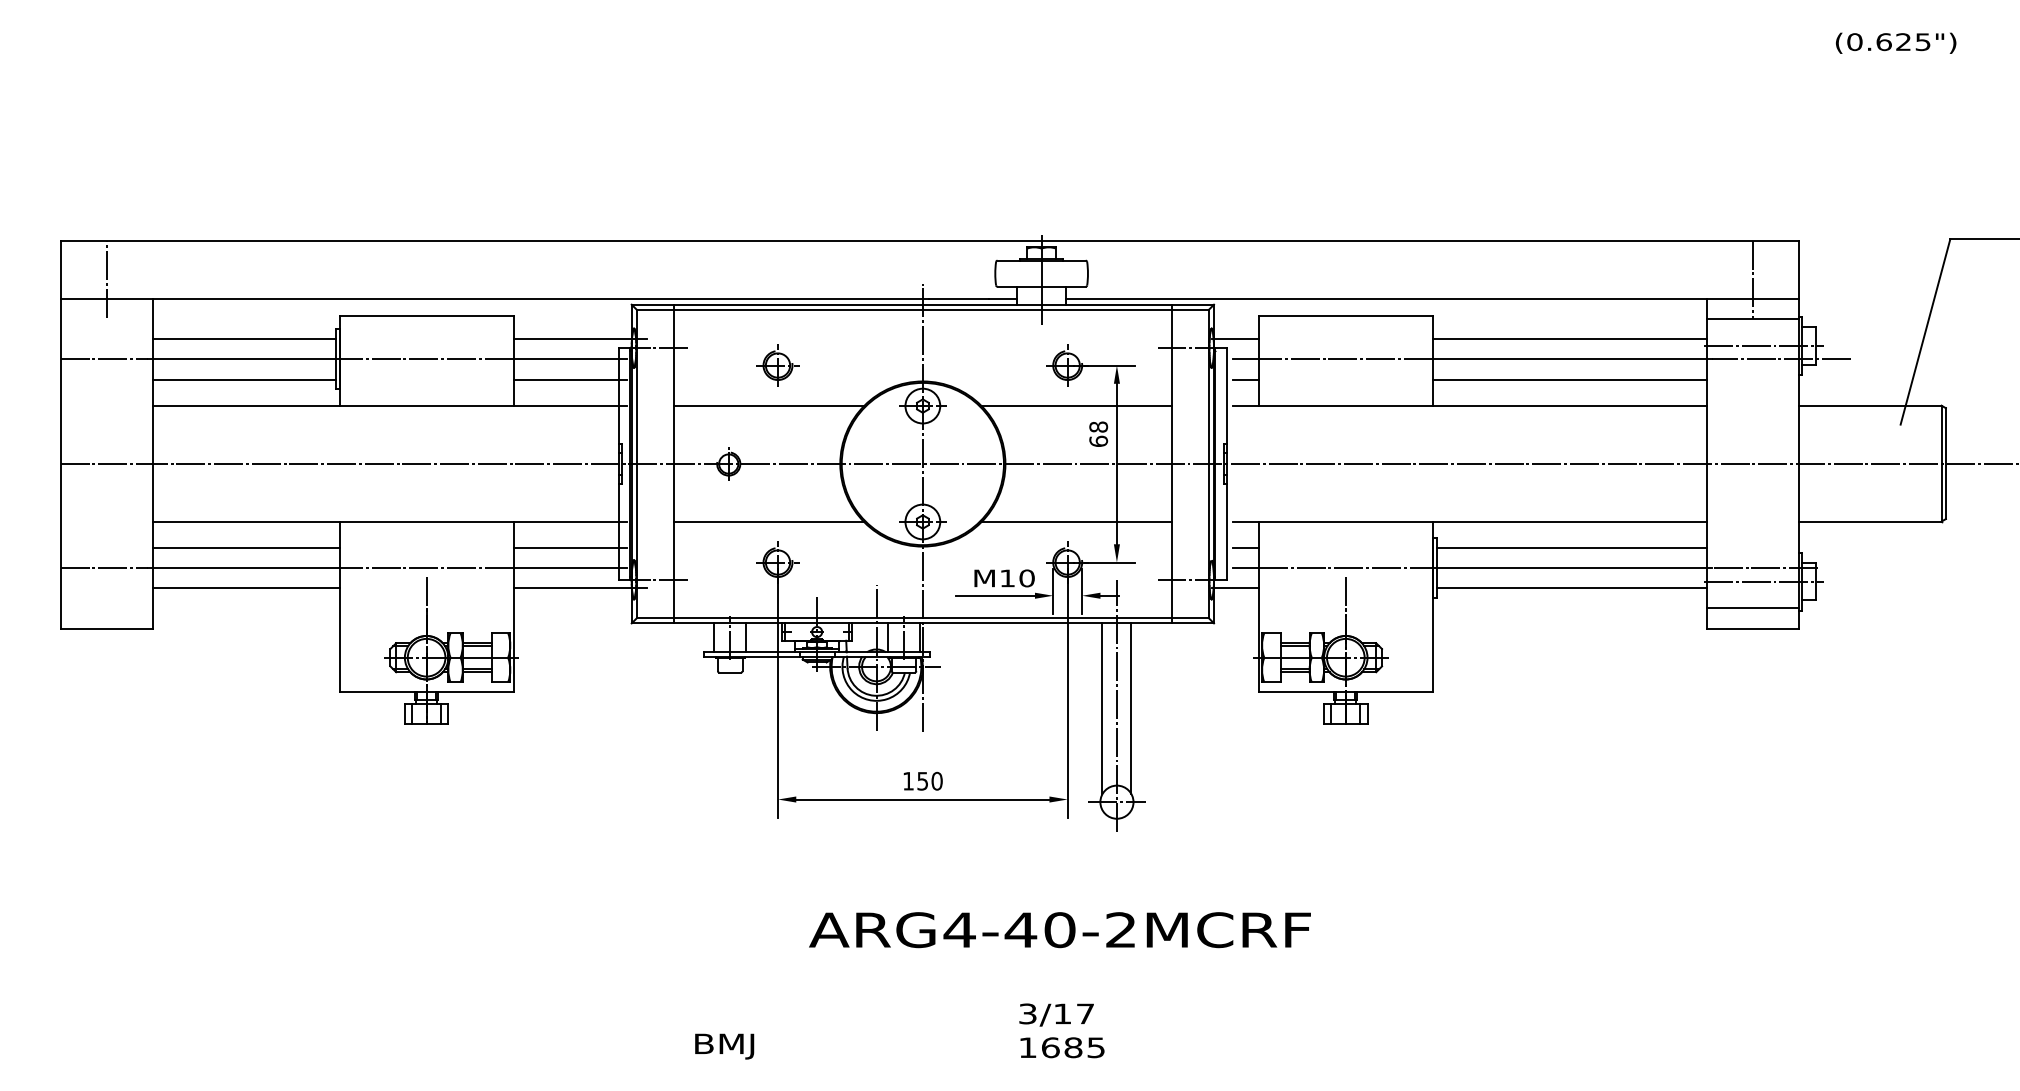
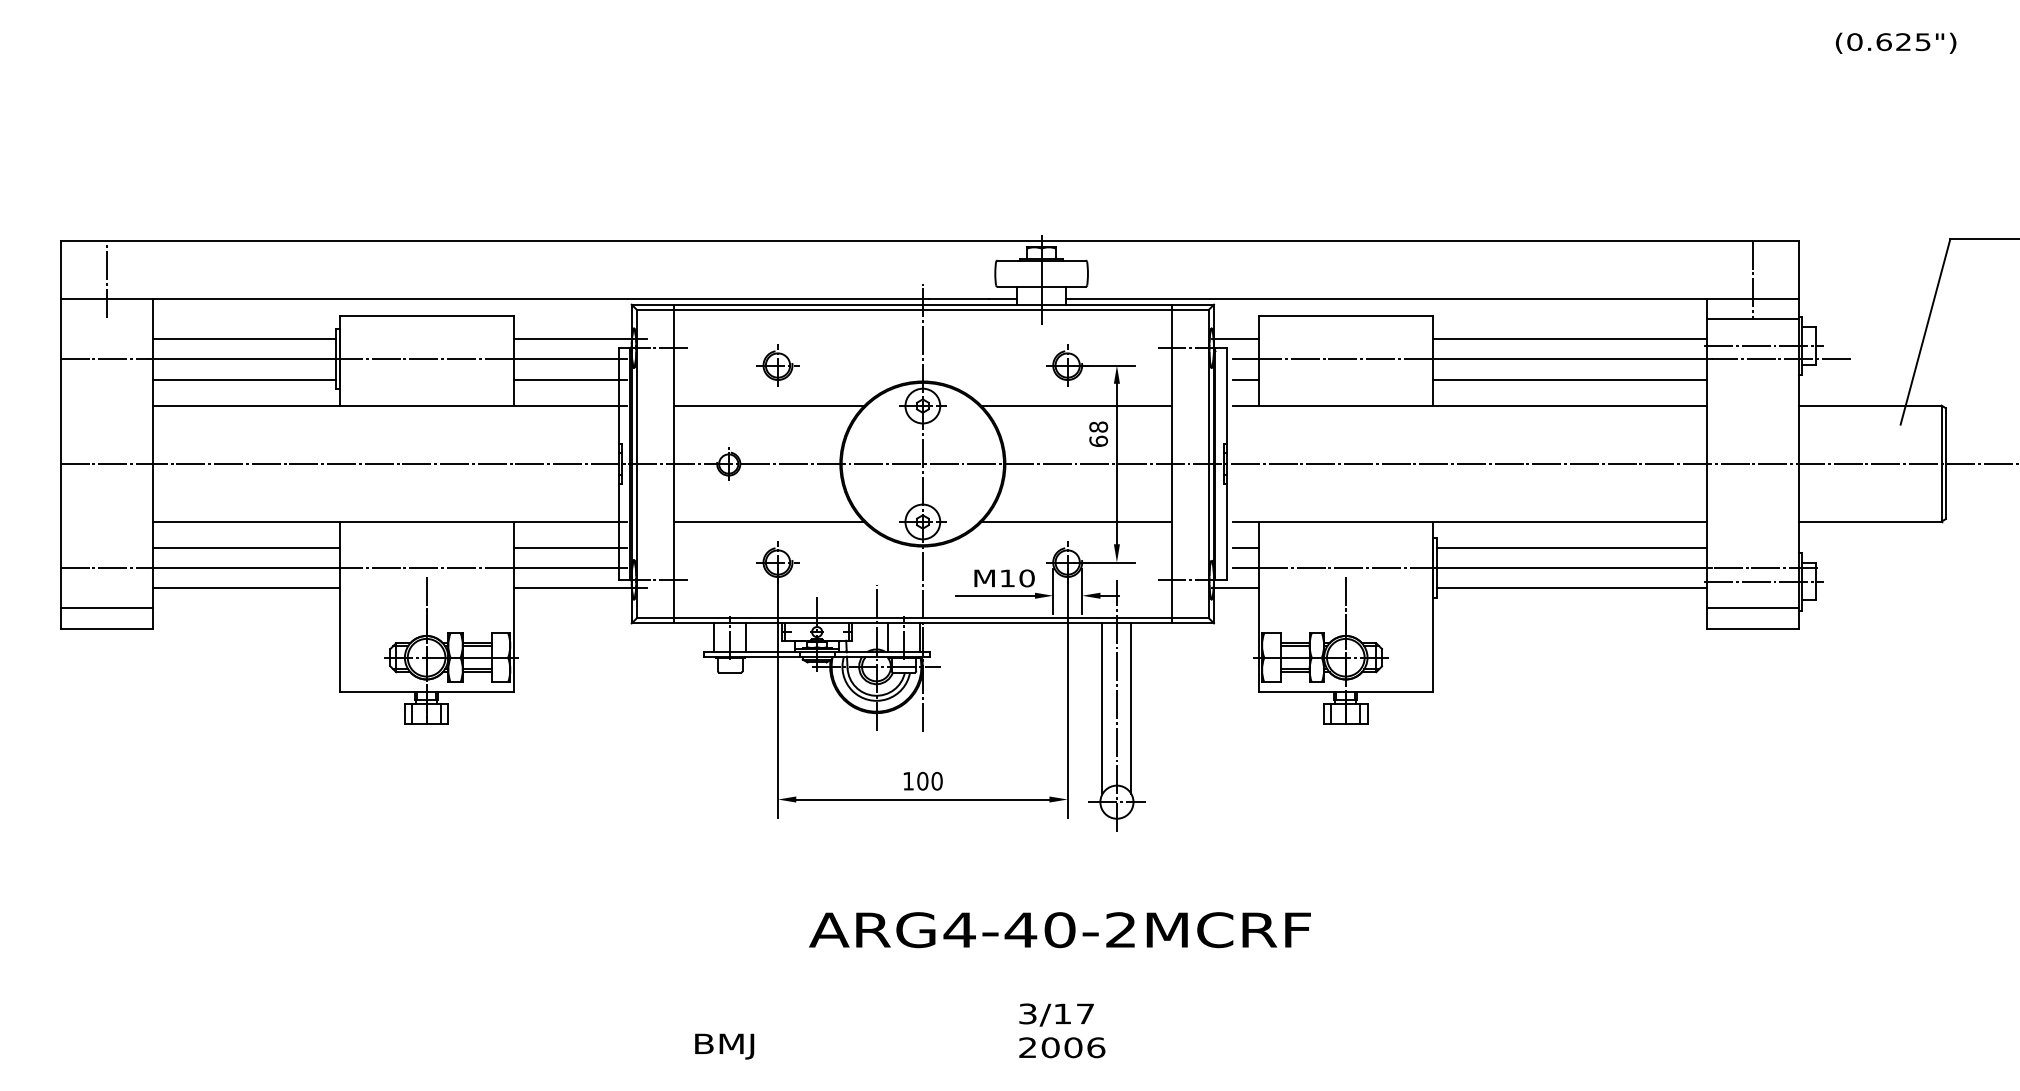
line at (106, 608): none -> present
text at (922, 780): 150 -> 100
text at (1062, 1047): 1685 -> 2006
